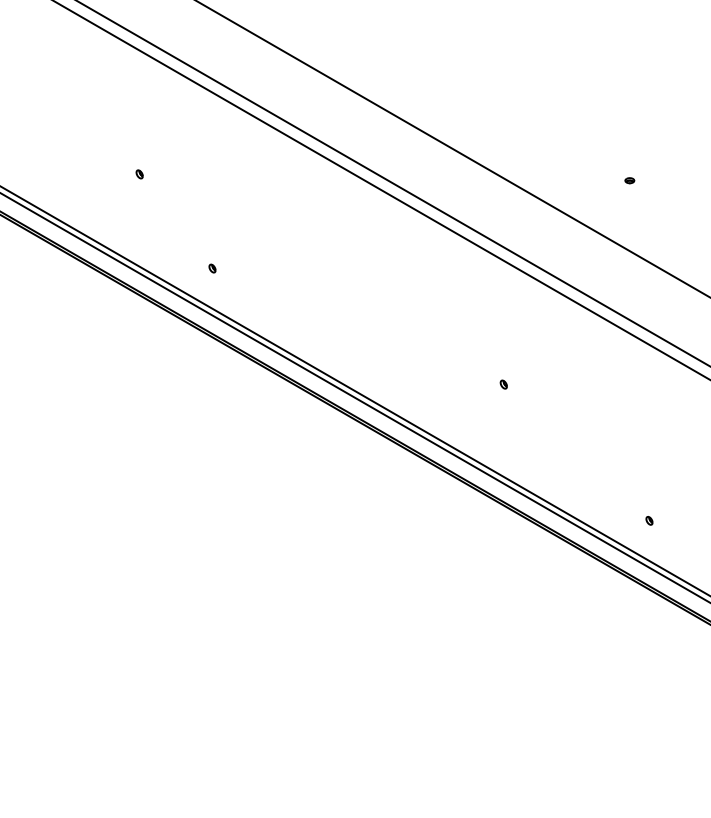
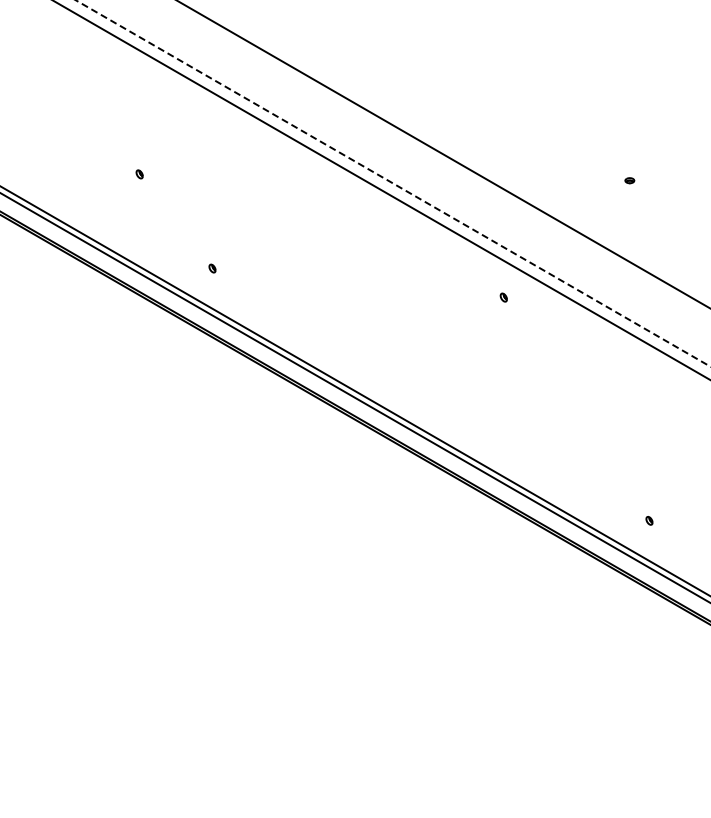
line at (452, 149) position: (452, 149) -> (443, 154)
line at (392, 183): solid -> dashed
part at (503, 384) position: (503, 384) -> (503, 297)
